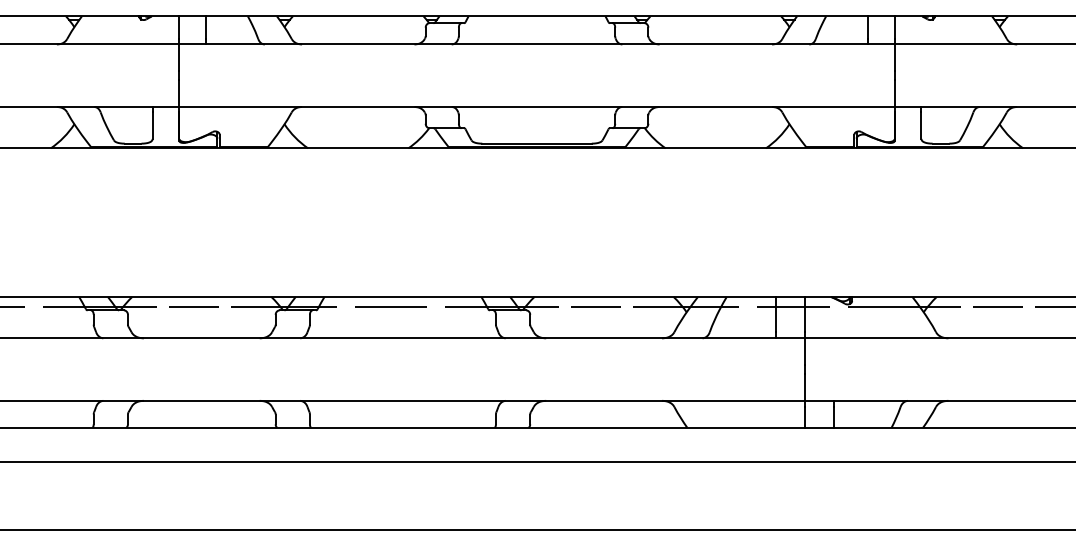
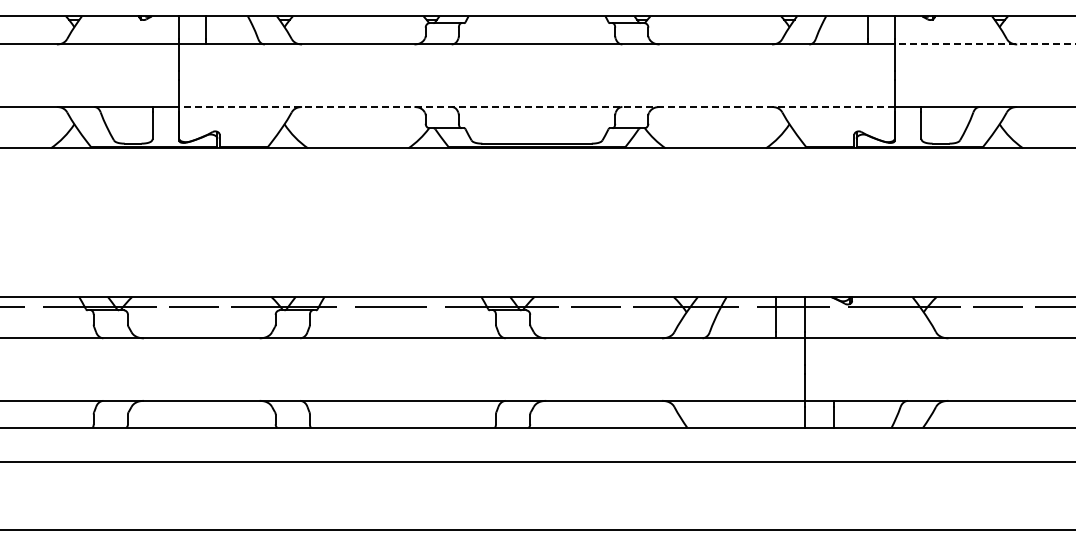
line at (984, 44): solid -> dashed
line at (537, 107): solid -> dashed
